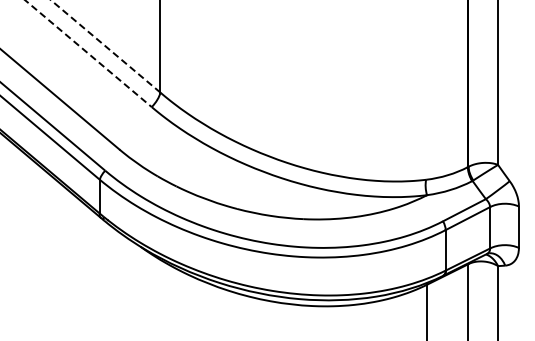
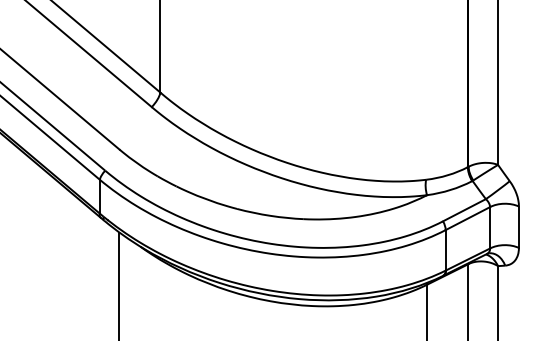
line at (105, 46): dashed -> solid
line at (88, 53): dashed -> solid
line at (119, 284): none -> present
